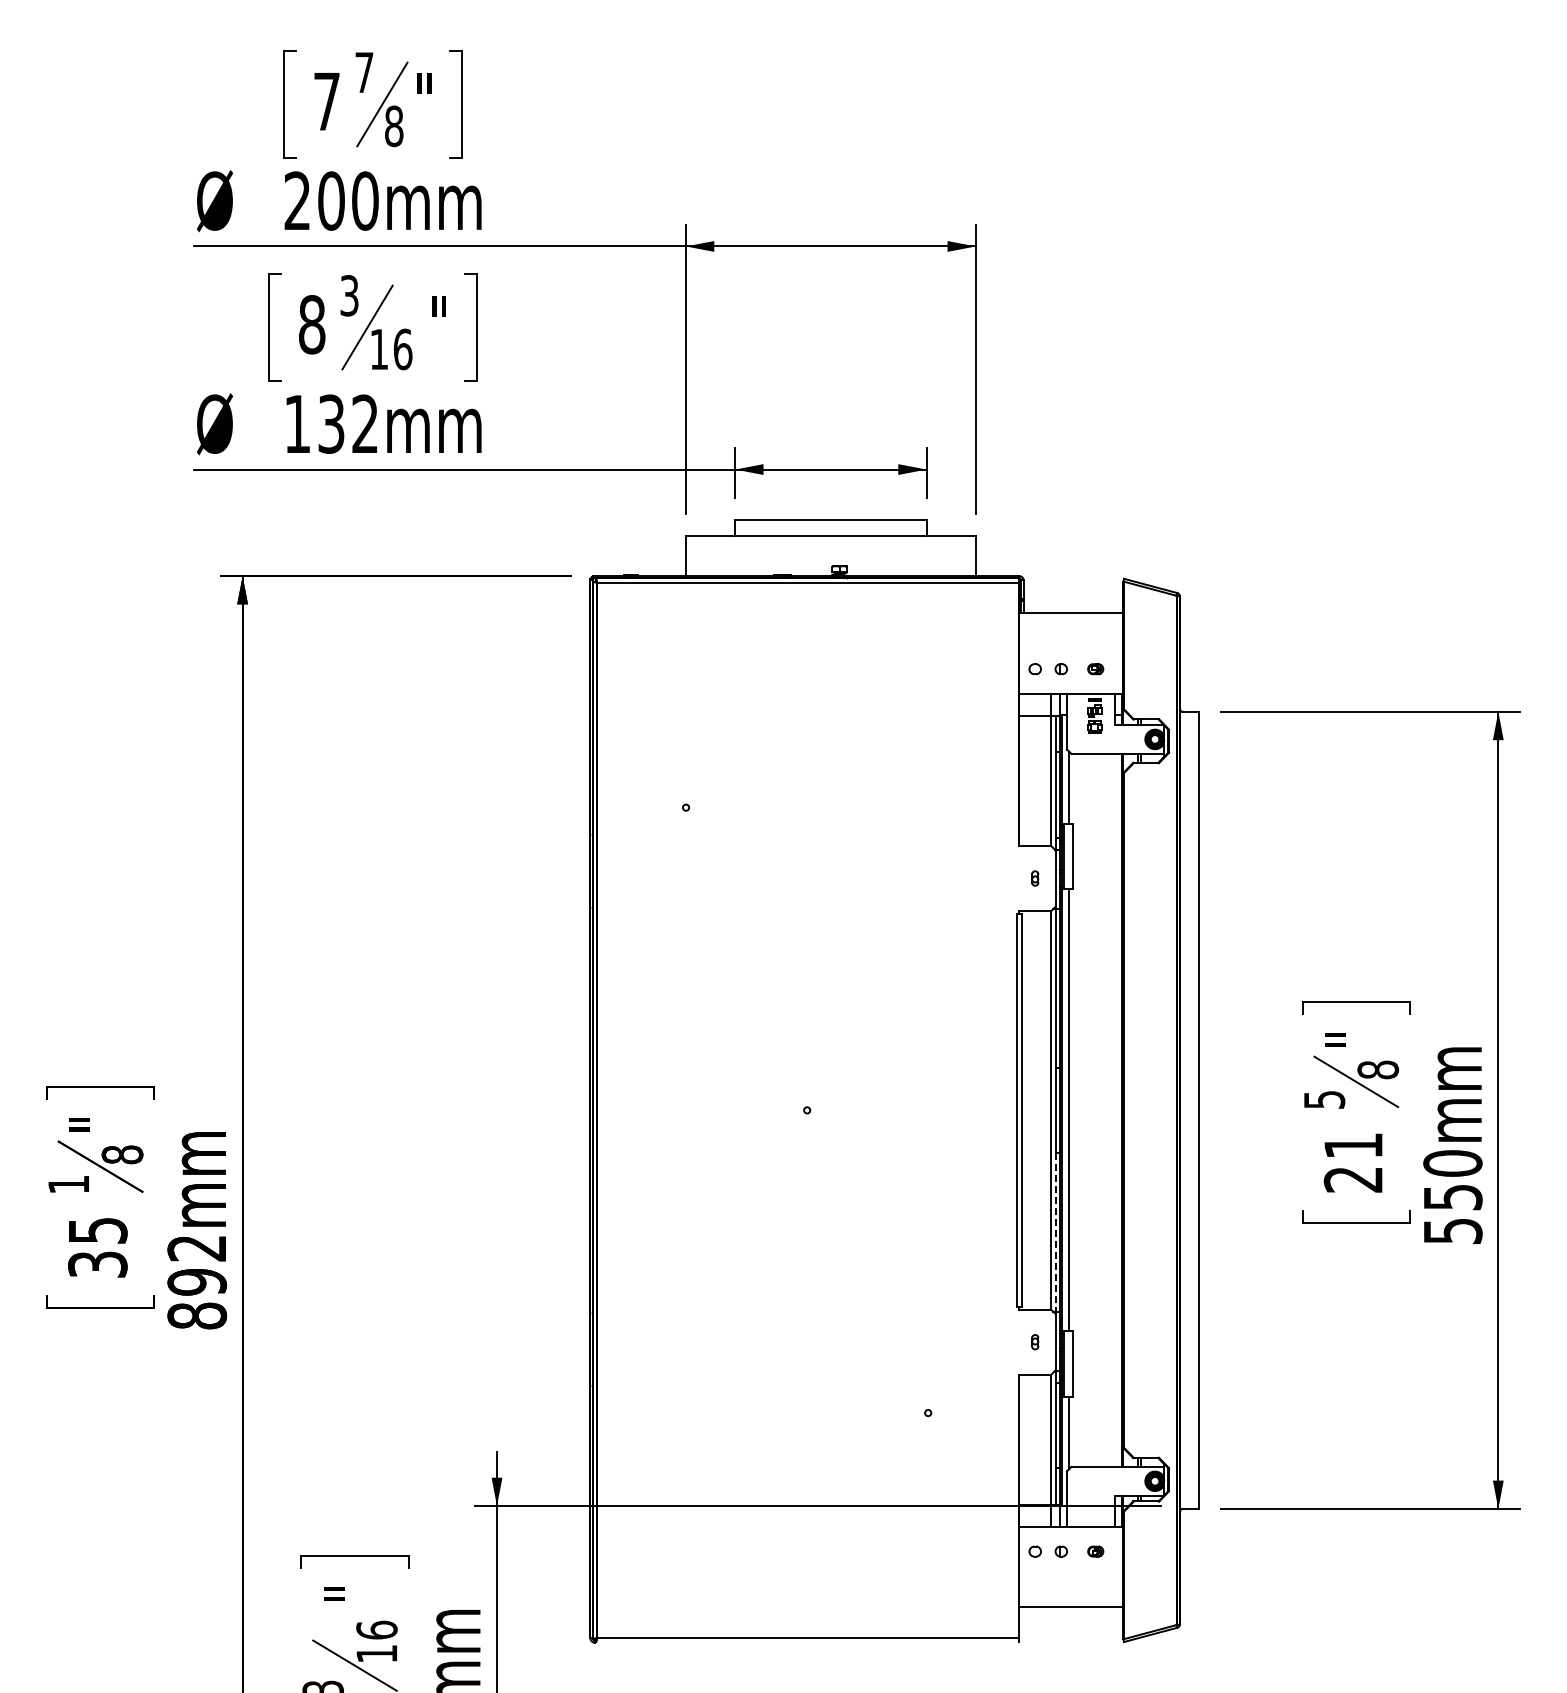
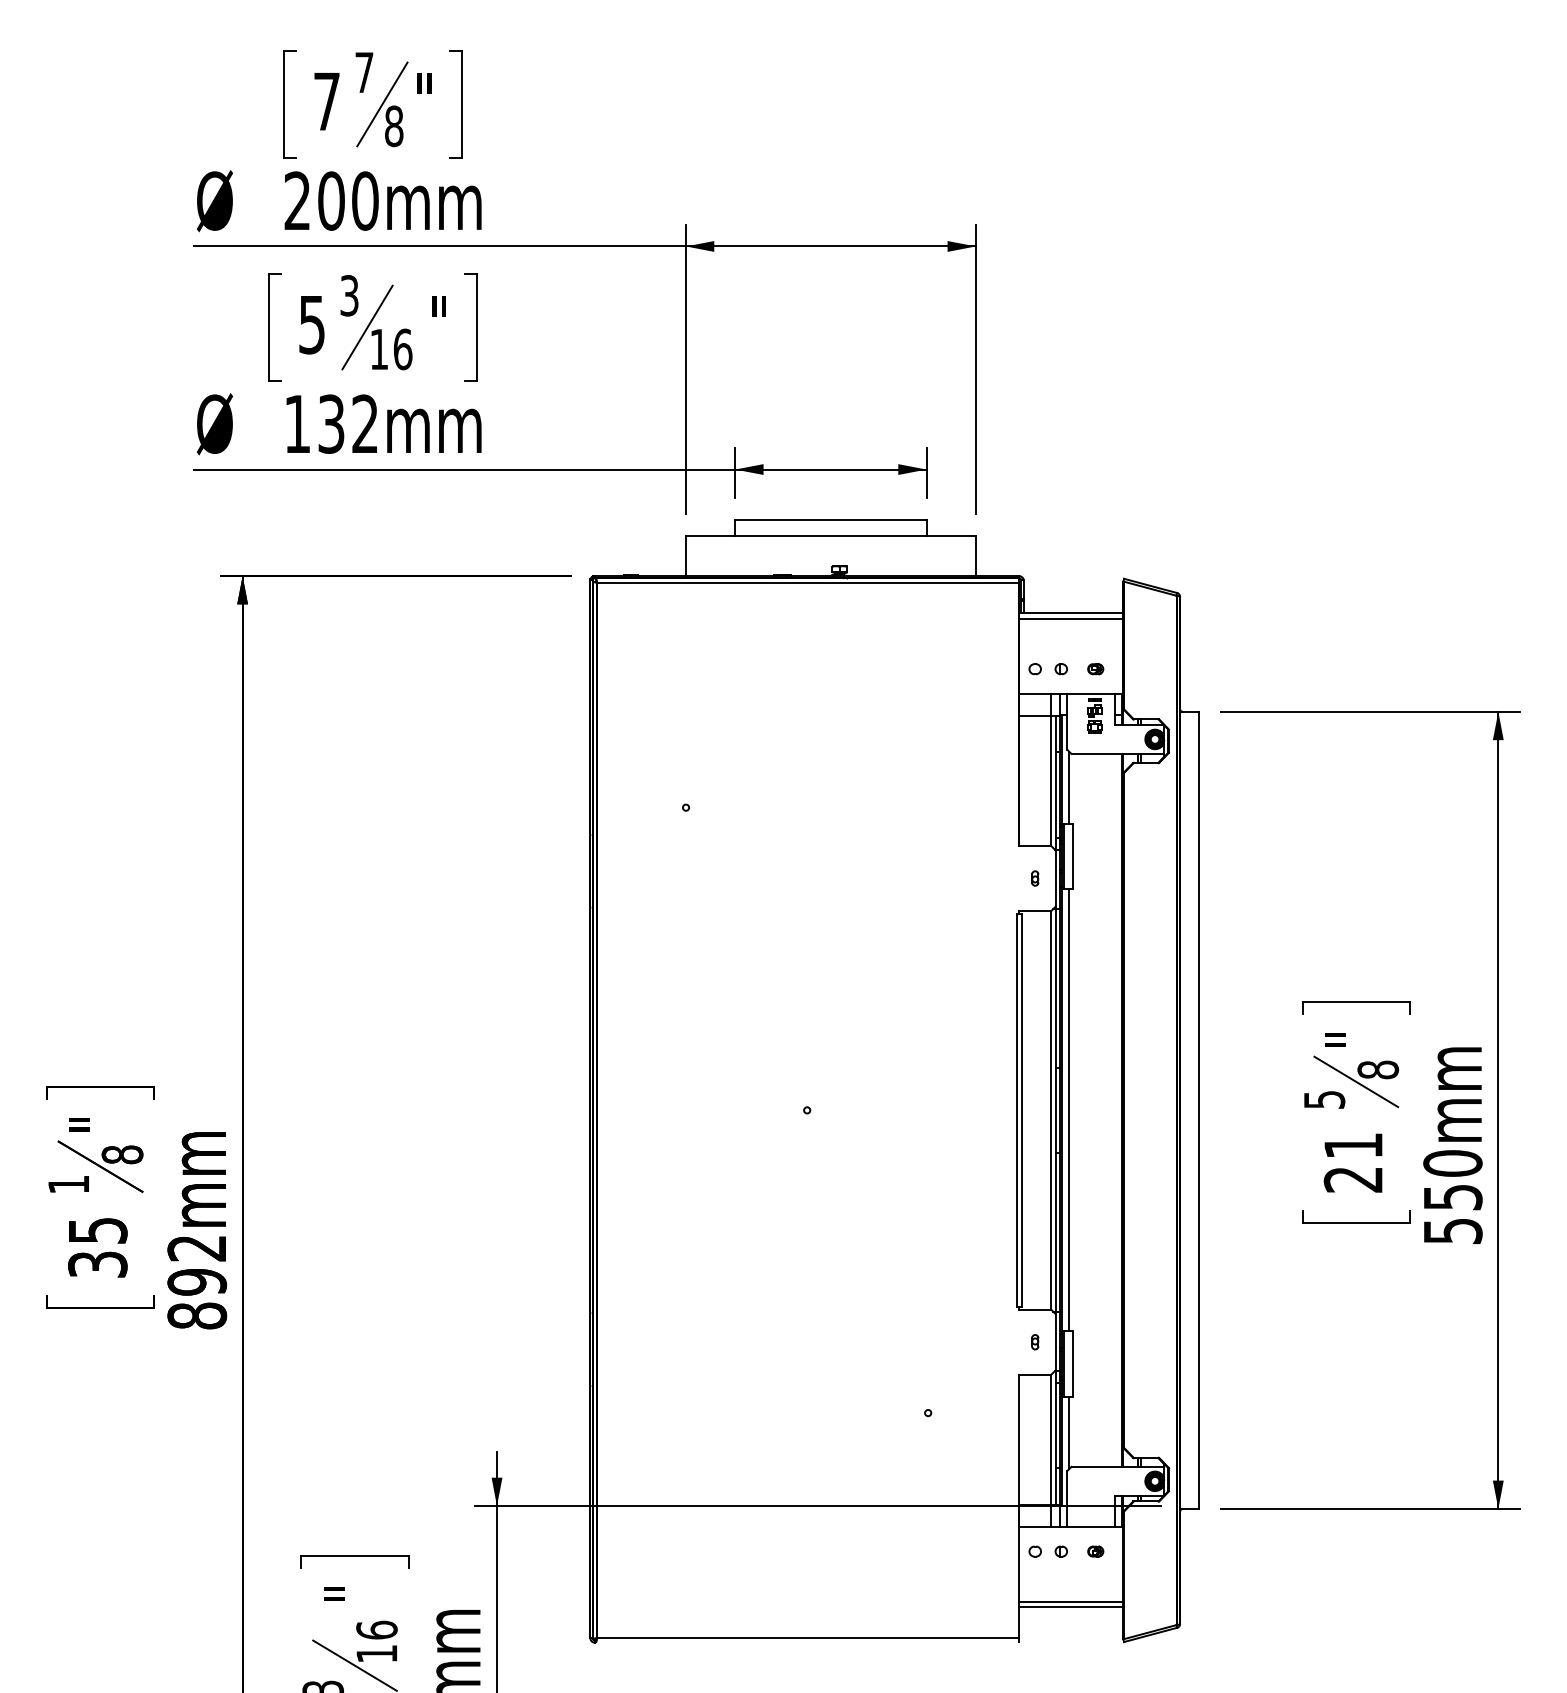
text at (312, 324): 8 -> 5
line at (1071, 619): none -> present
line at (1055, 1232): dashed -> solid
line at (1071, 1601): none -> present
